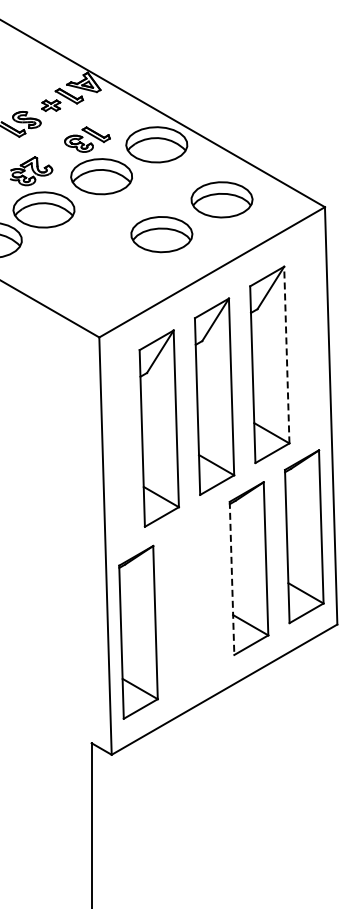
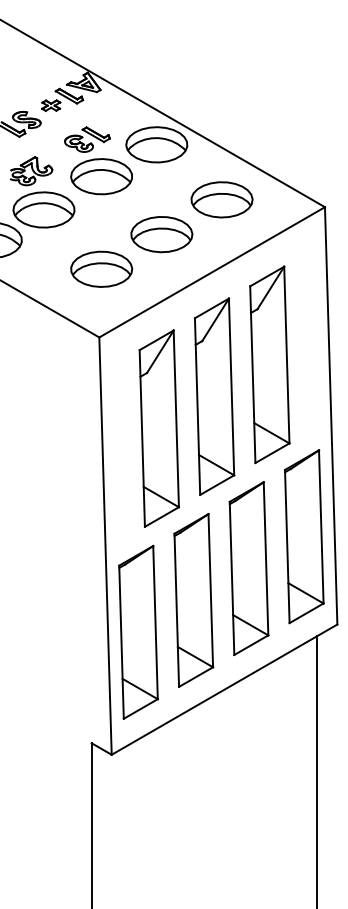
part at (101, 268): none -> present
line at (286, 354): dashed -> solid
line at (232, 578): dashed -> solid
part at (193, 600): none -> present
line at (317, 770): none -> present
